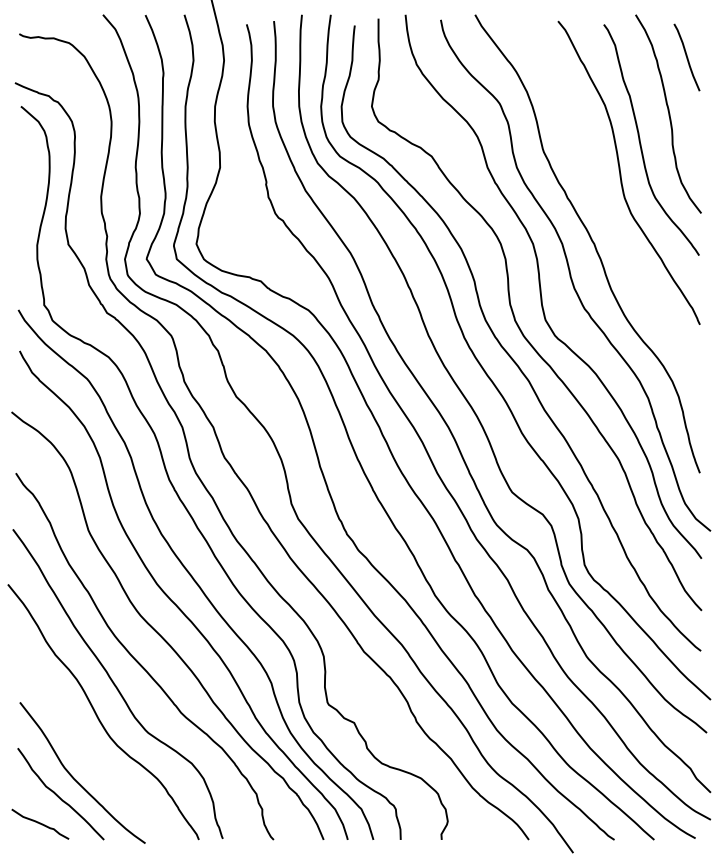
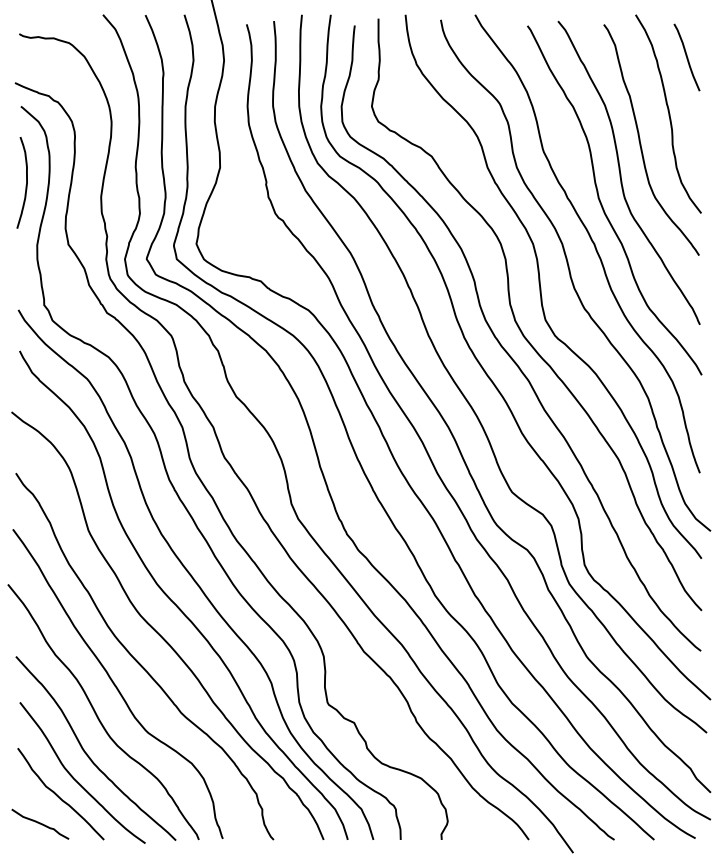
curve at (26, 182): none -> present
curve at (602, 204): none -> present
curve at (87, 753): none -> present
